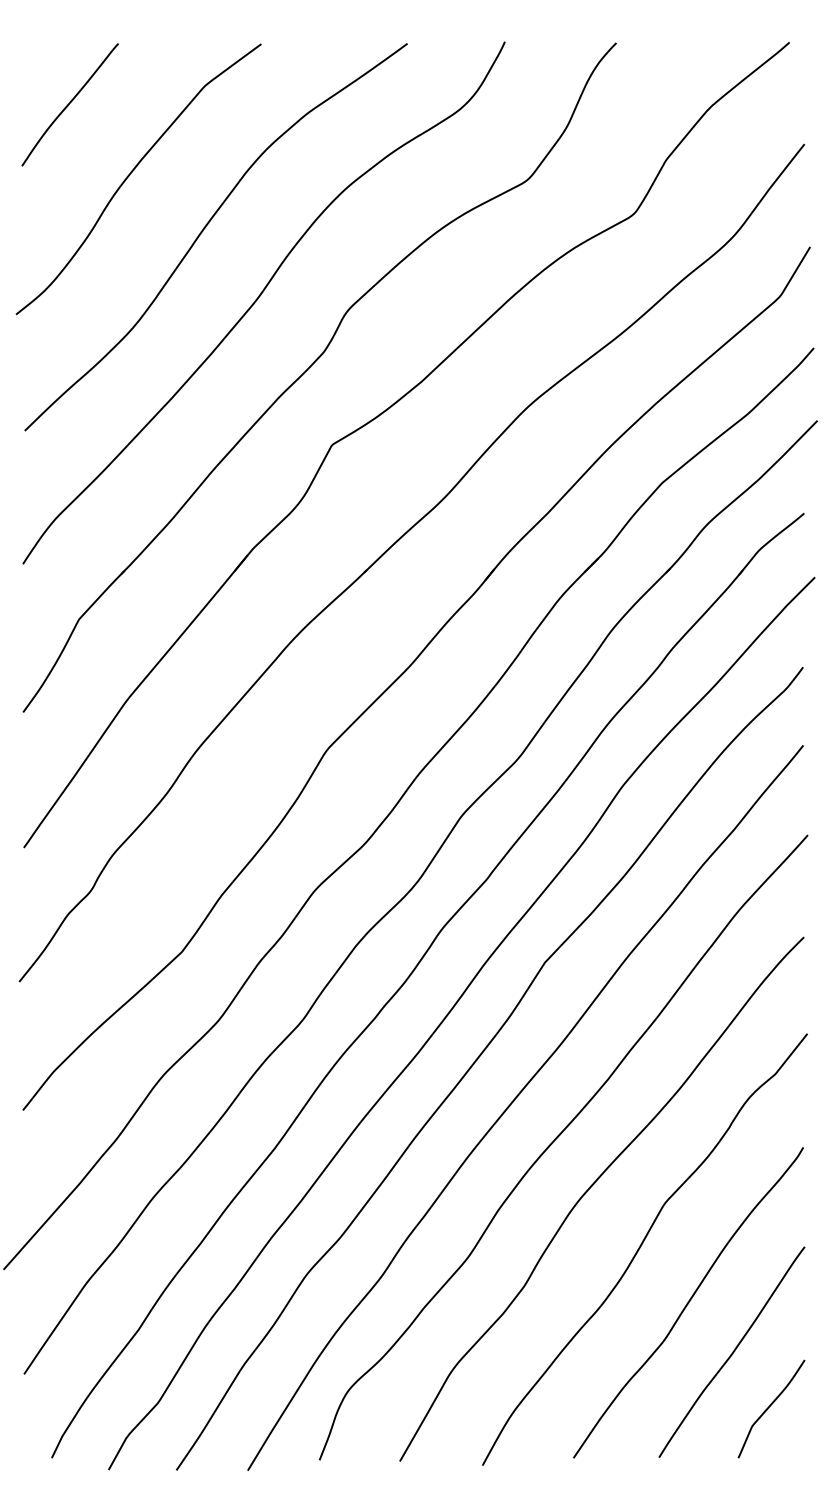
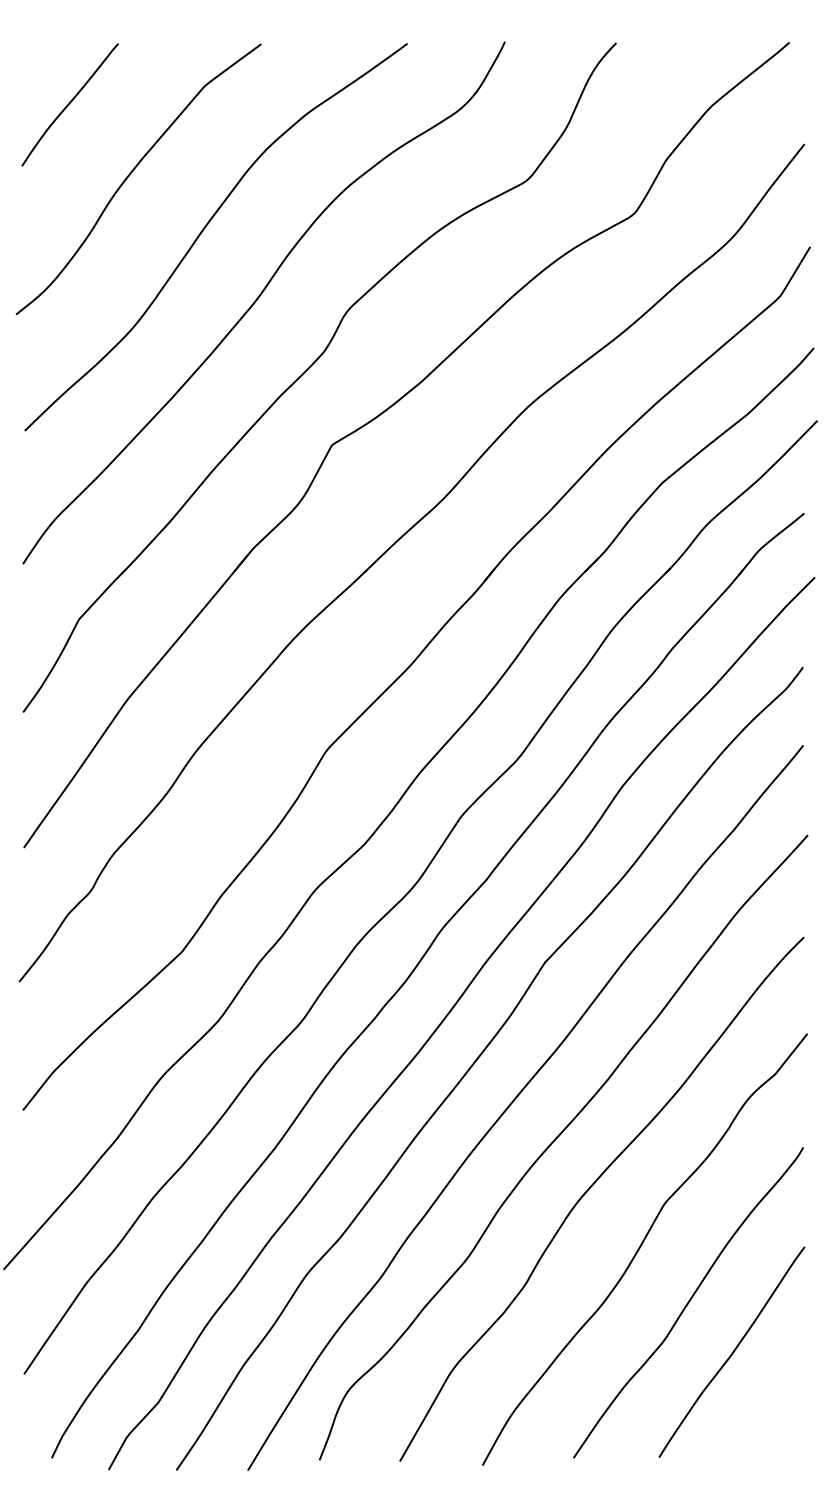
curve at (769, 1408): present -> none
